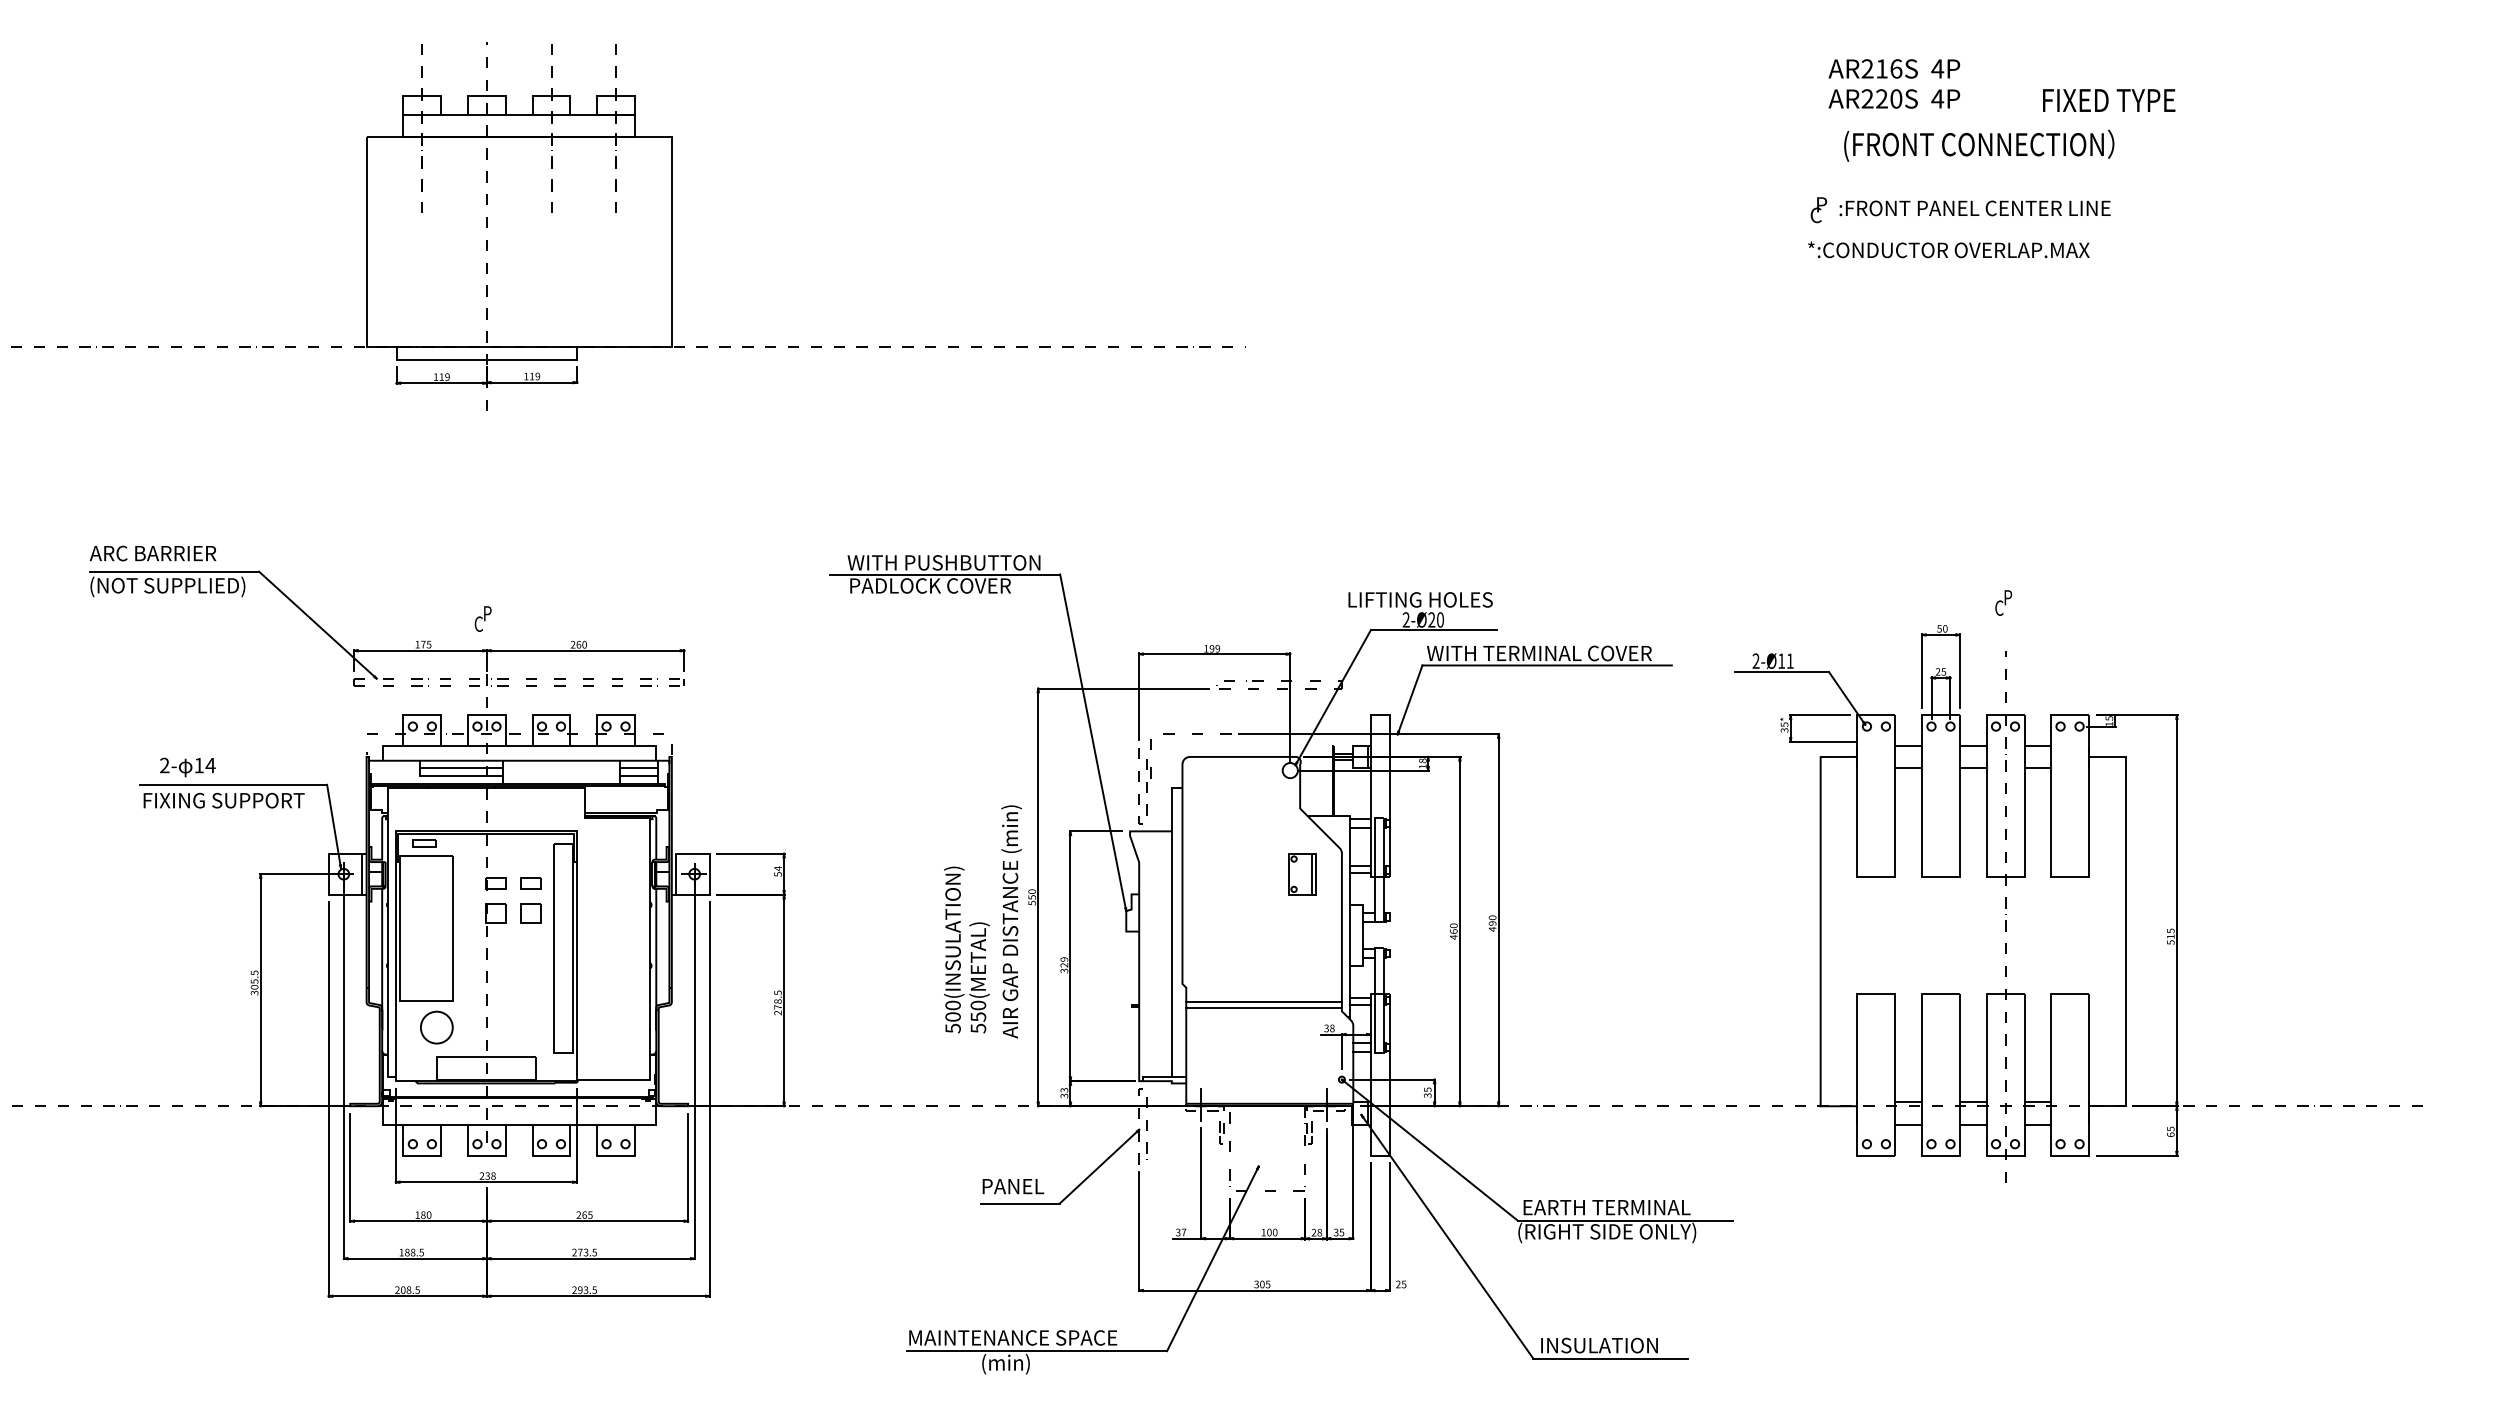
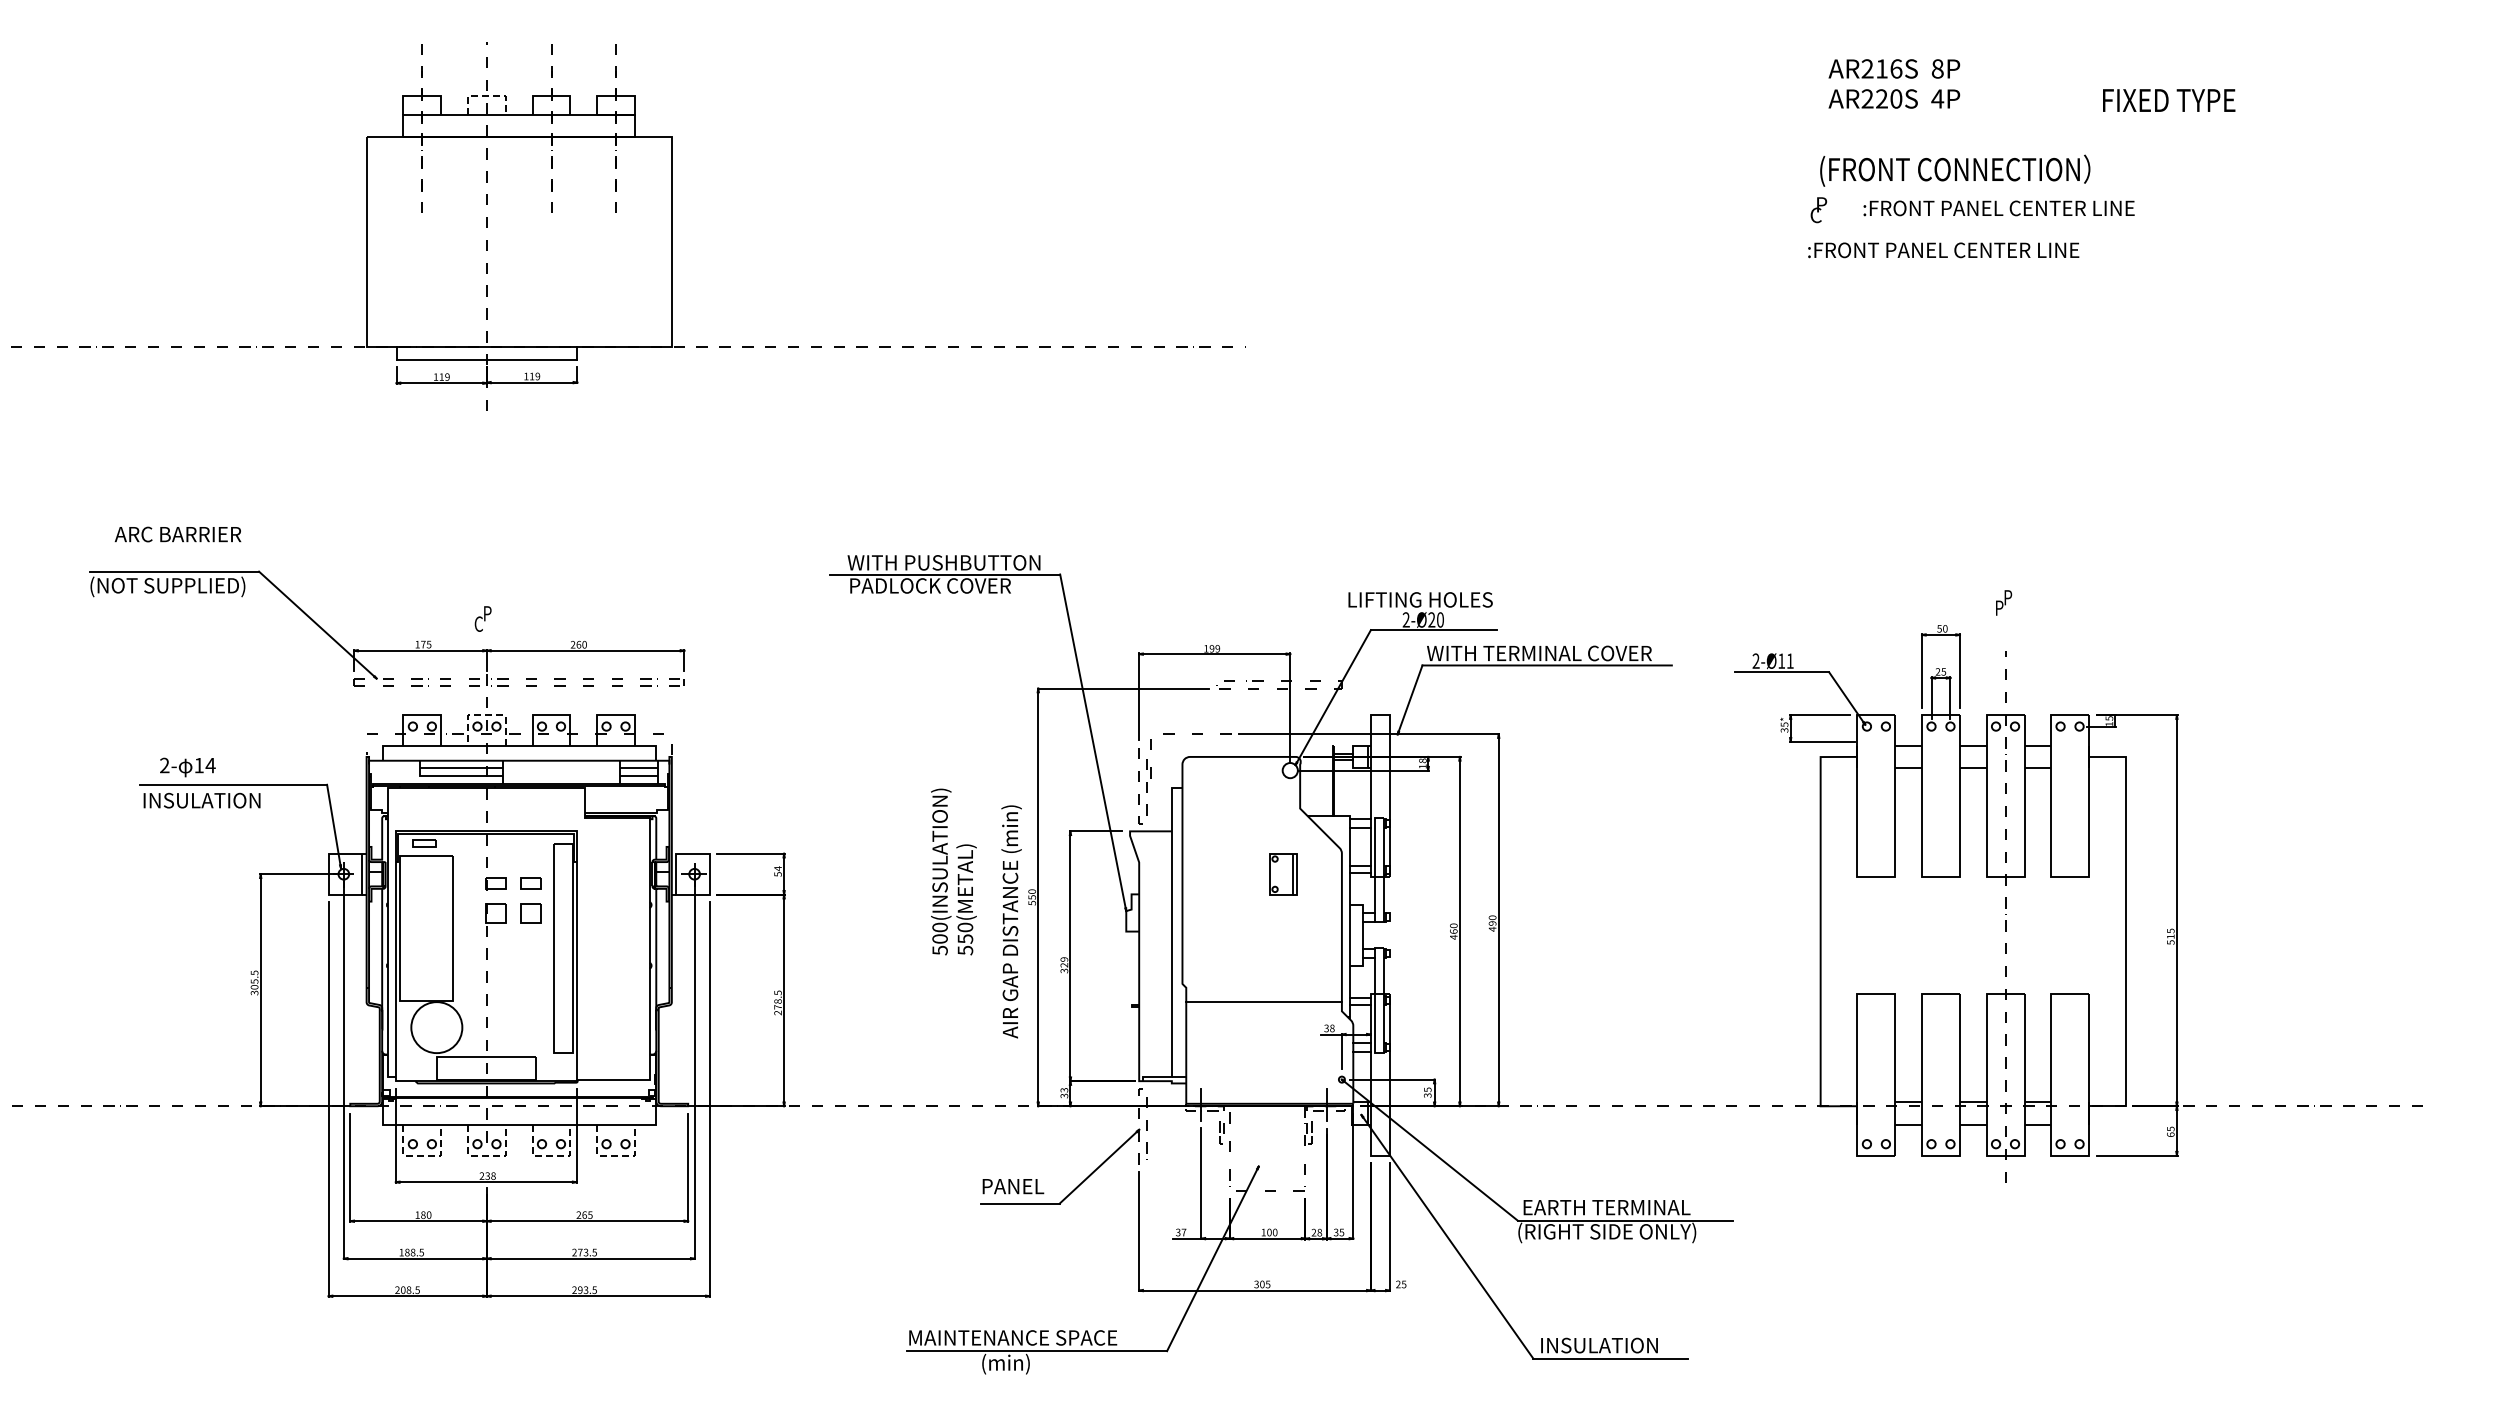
text at (1937, 68): 4P -> 8P
line at (486, 96): solid -> dashed
text at (2109, 100) position: (2109, 100) -> (2169, 100)
text at (1979, 145) position: (1979, 145) -> (1955, 170)
text at (1974, 208) position: (1974, 208) -> (1998, 208)
text at (1948, 249): *:CONDUCTOR OVERLAP.MAX -> :FRONT PANEL CENTER LINE
text at (152, 553) position: (152, 553) -> (177, 534)
text at (1999, 607): C -> P
line at (486, 715): solid -> dashed
text at (224, 800): FIXING SUPPORT -> INSULATION
part at (1302, 874) position: (1302, 874) -> (1283, 874)
text at (966, 949) position: (966, 949) -> (953, 871)
line at (1263, 1008): present -> none
circle at (436, 1027) diameter: 32 px -> 51 px
line at (422, 1155): solid -> dashed
line at (486, 1155): solid -> dashed
line at (551, 1155): solid -> dashed
line at (616, 1155): solid -> dashed
